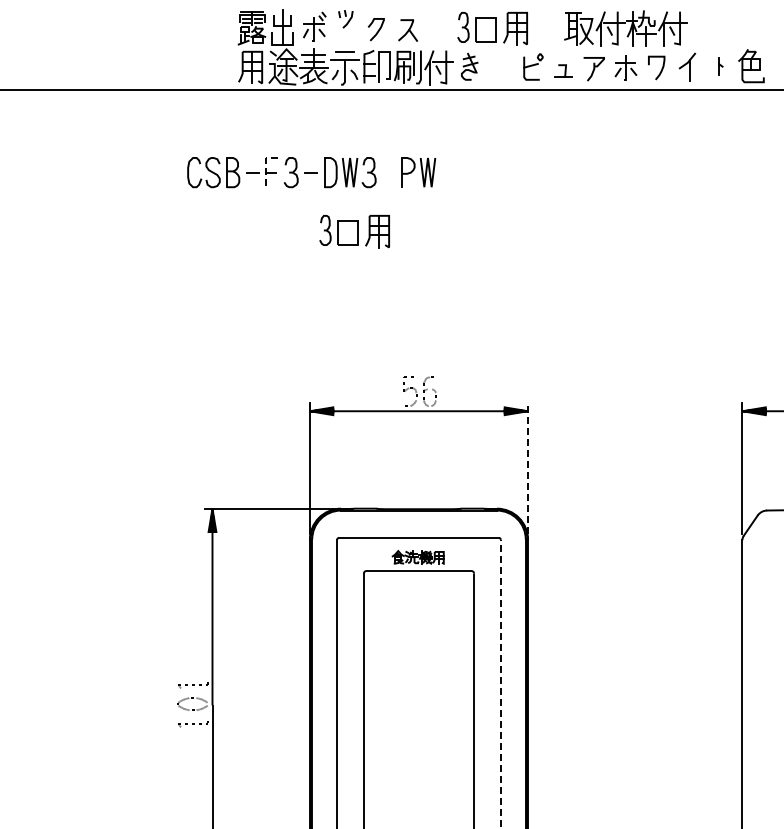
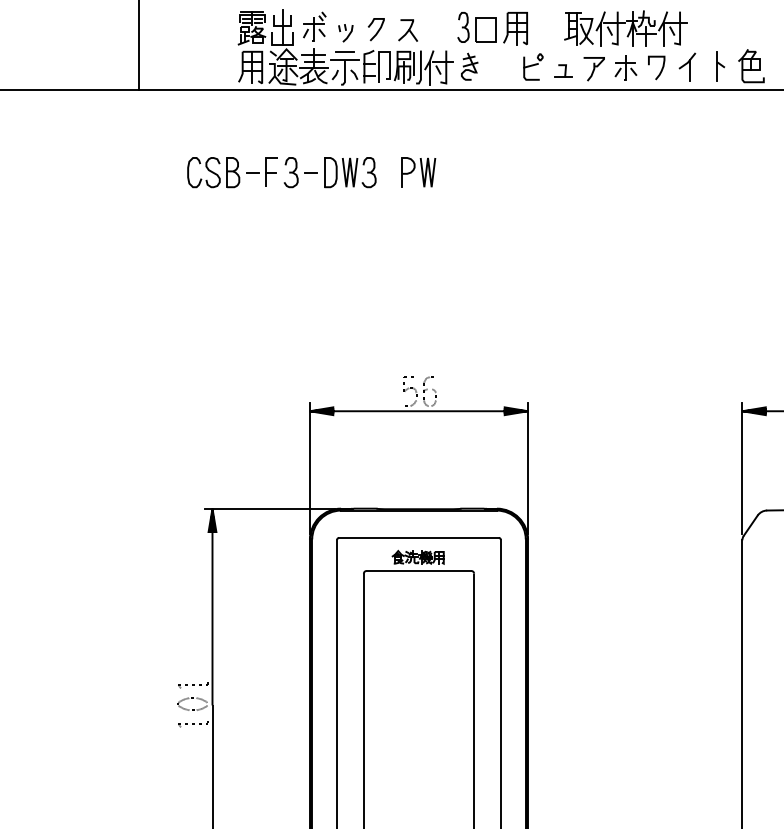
part at (345, 19) position: (345, 19) -> (345, 33)
line at (139, 45): none -> present
part at (720, 66) size: 6x19 px -> 10x31 px
line at (266, 165): dashed -> solid
part at (354, 231): present -> none
line at (528, 468): dashed -> solid
line at (500, 683): dashed -> solid
